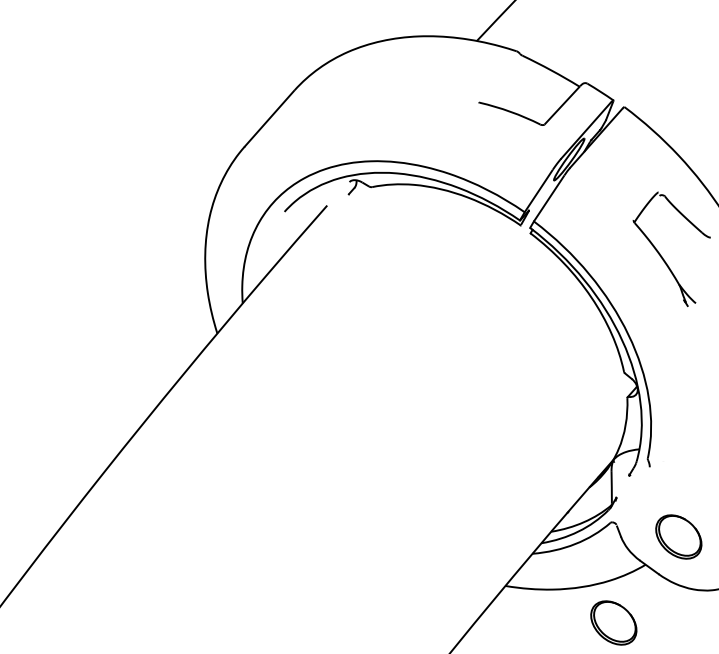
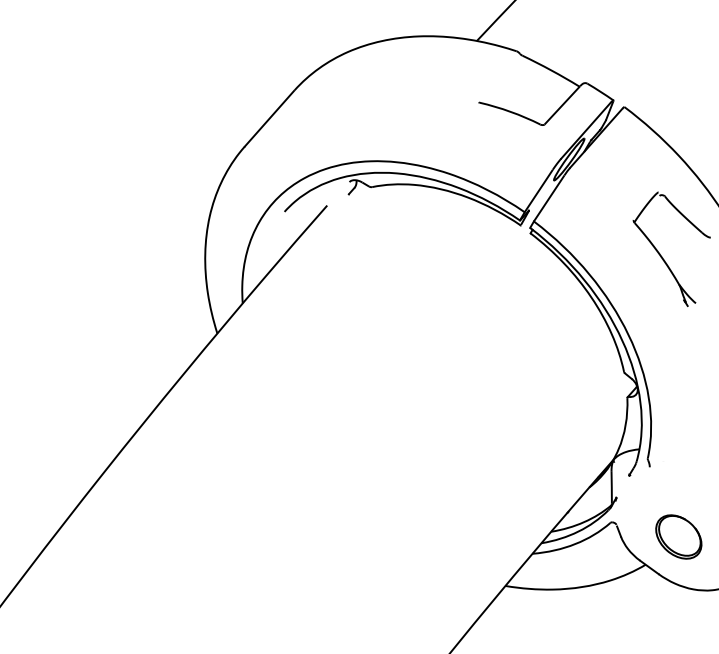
part at (613, 622): present -> none
